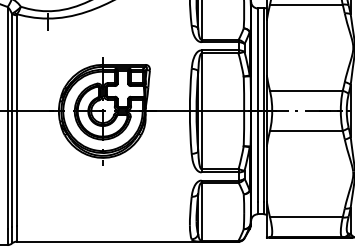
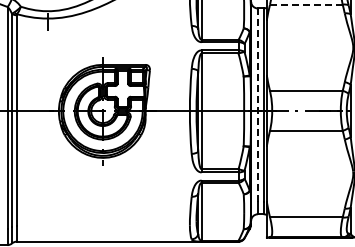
line at (306, 4): solid -> dashed
line at (257, 105): solid -> dashed
